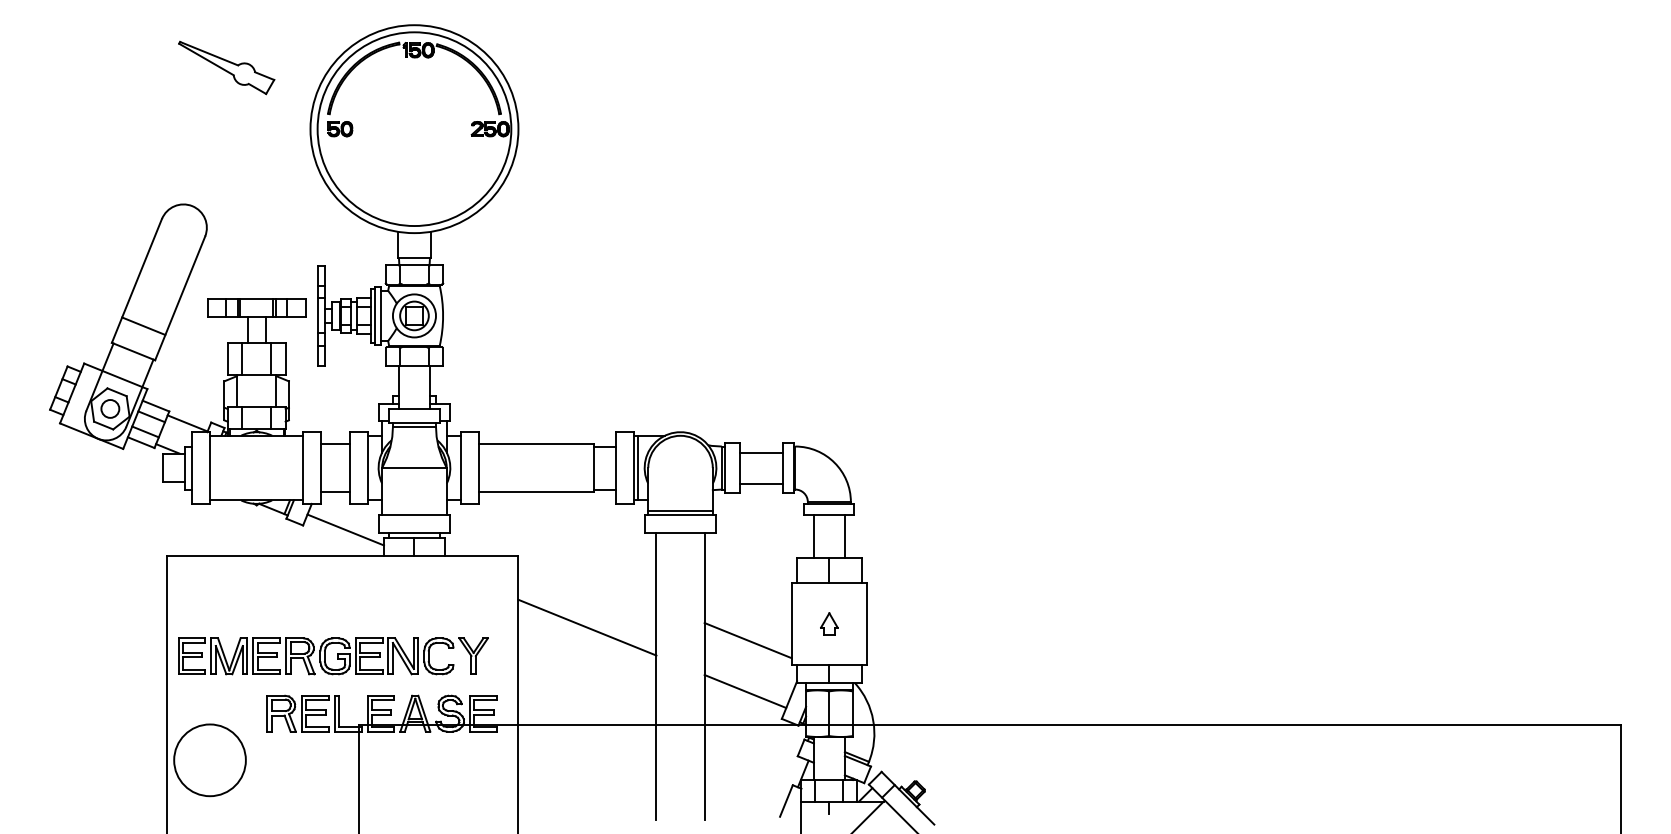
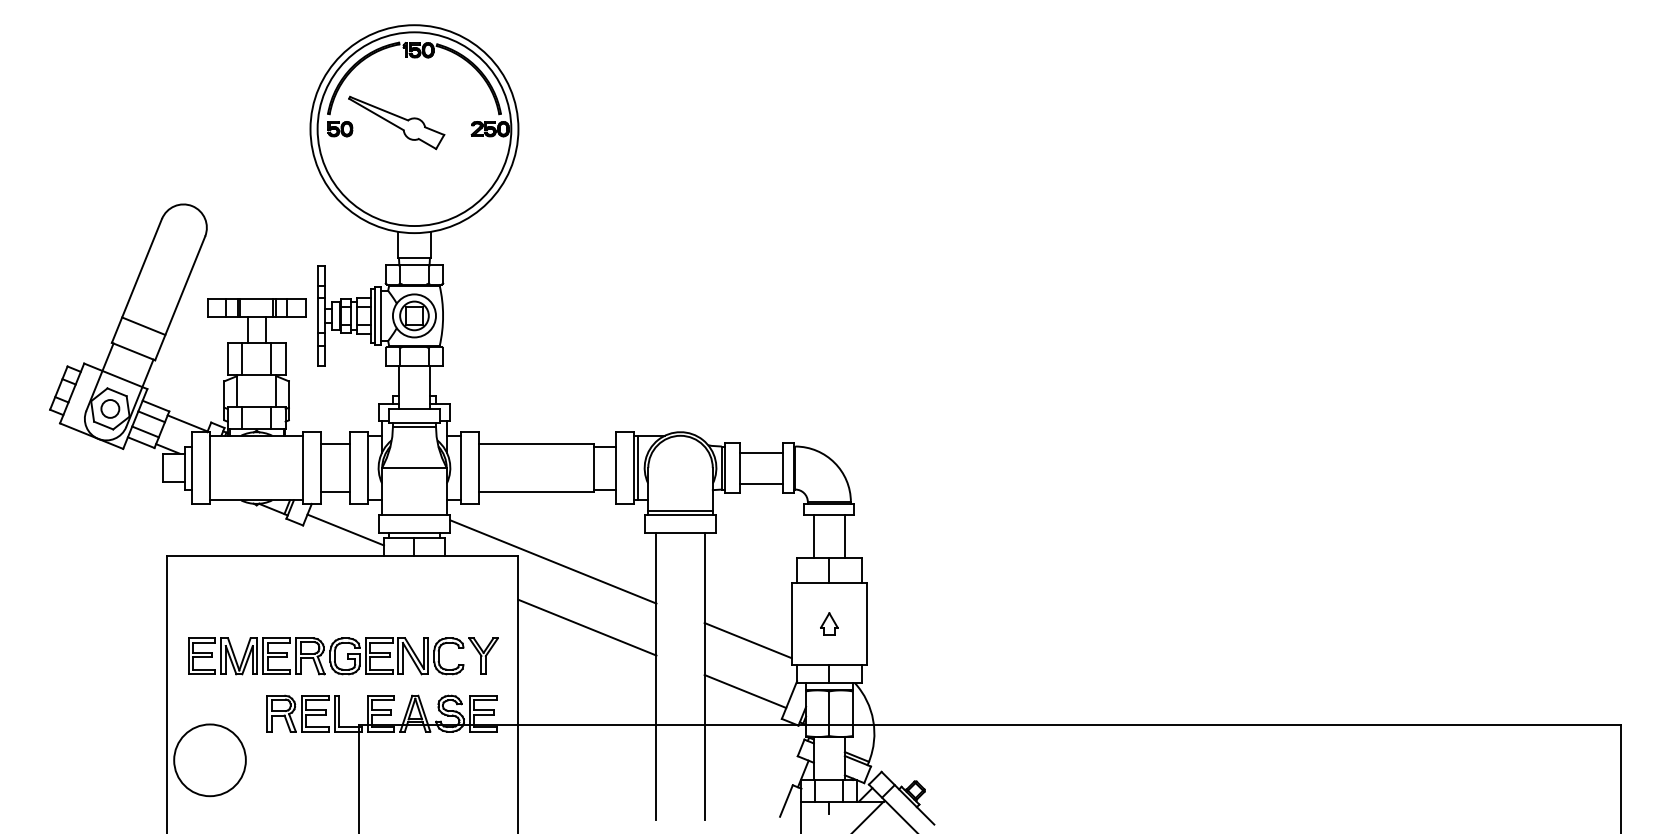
part at (226, 67) position: (226, 67) -> (396, 122)
line at (553, 561): none -> present
part at (333, 656) position: (333, 656) -> (343, 656)
